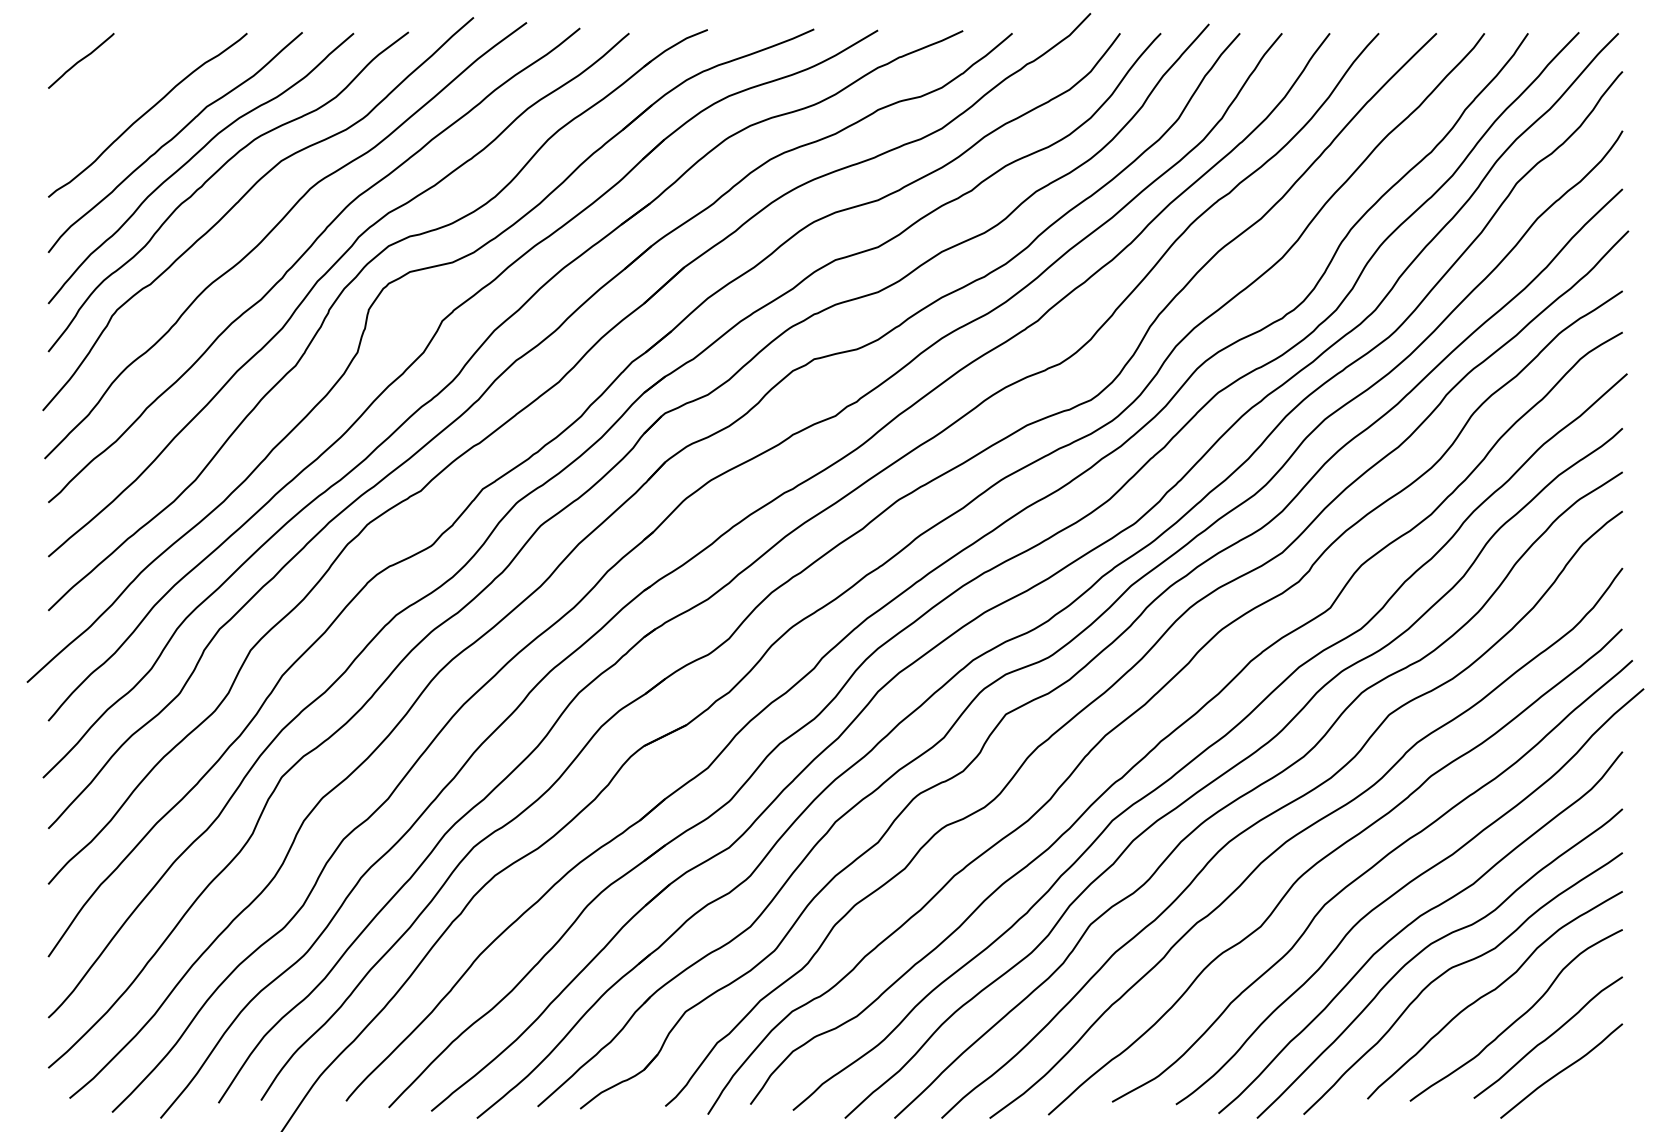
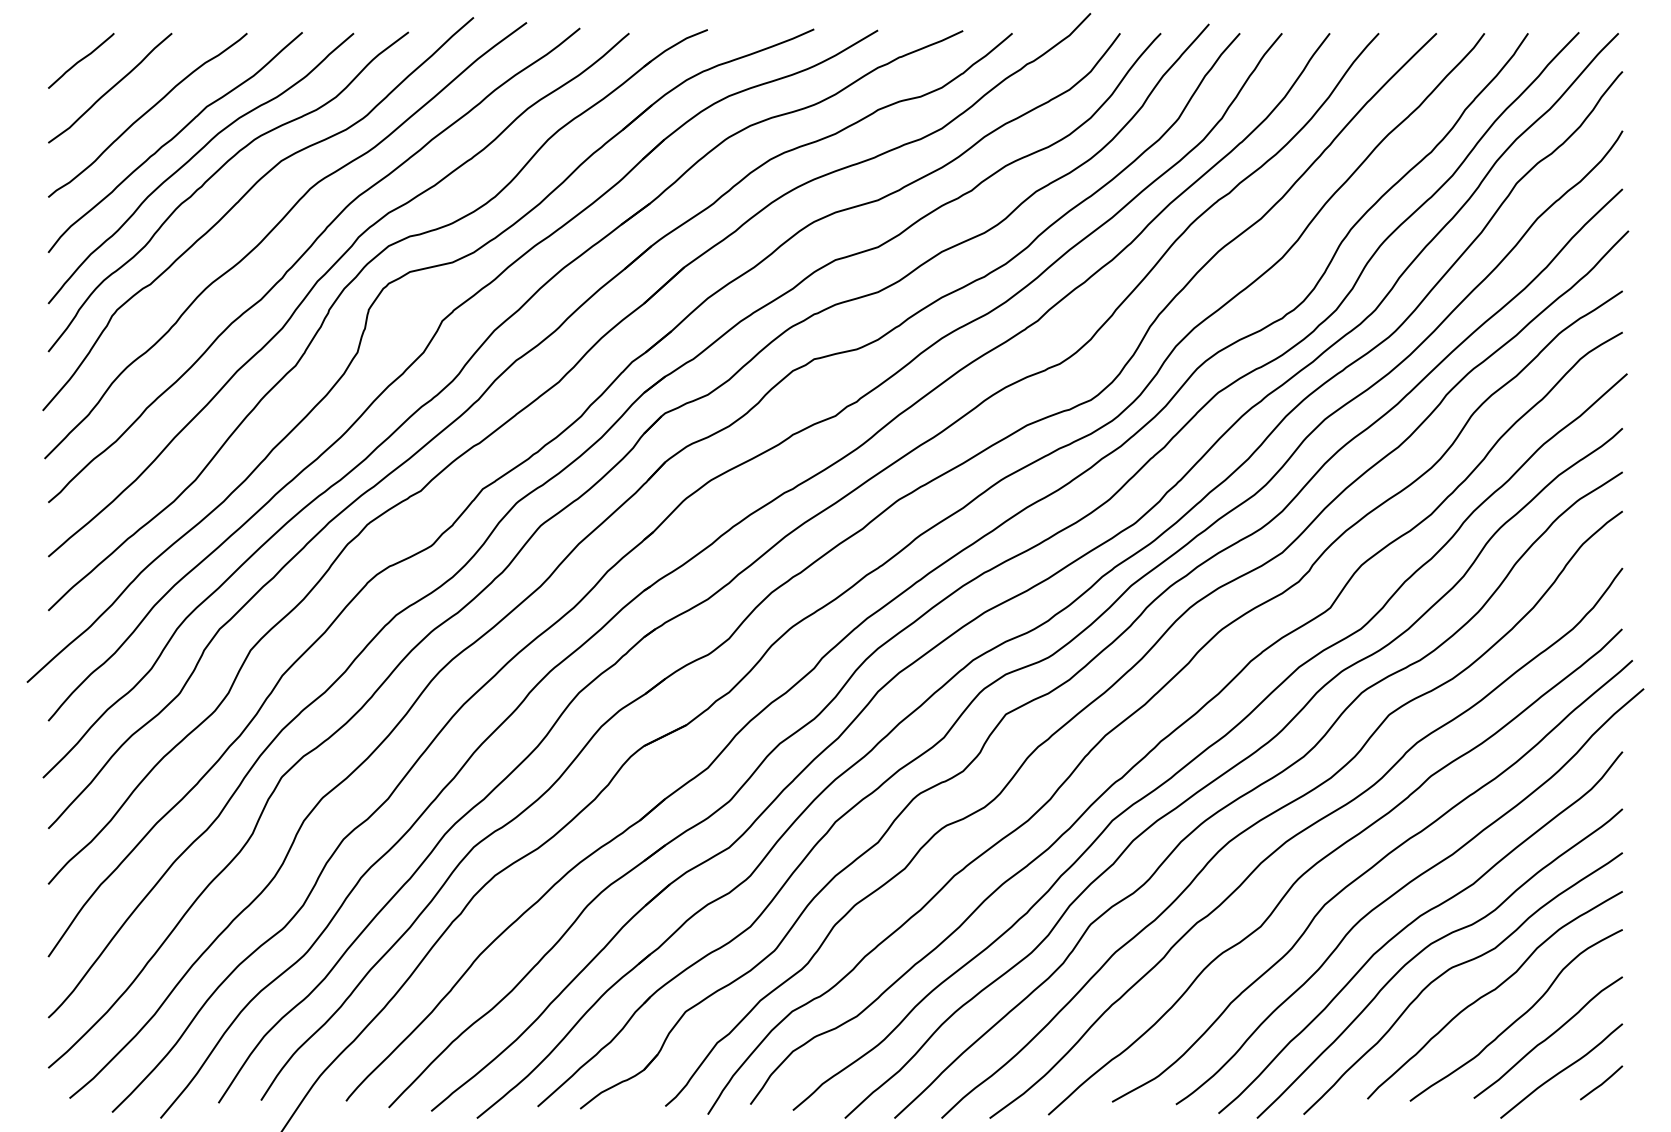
curve at (111, 87): none -> present
line at (1602, 1082): none -> present
